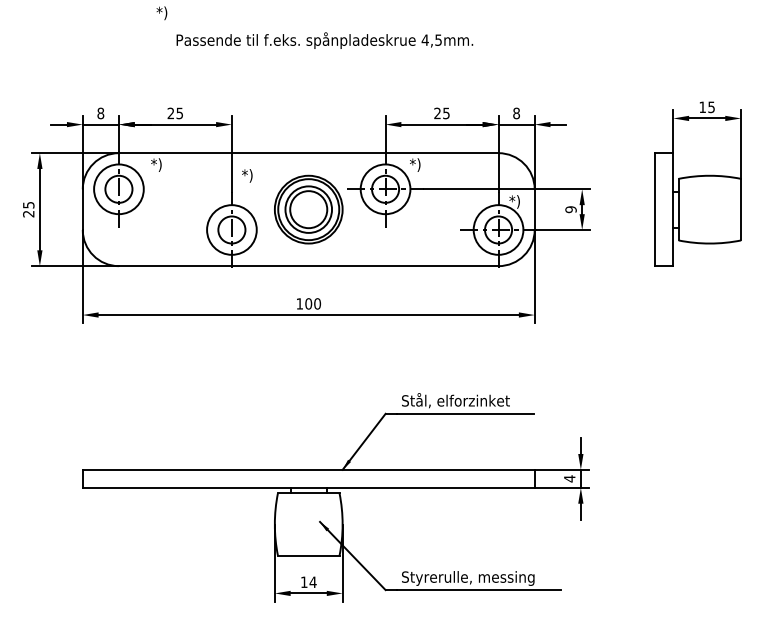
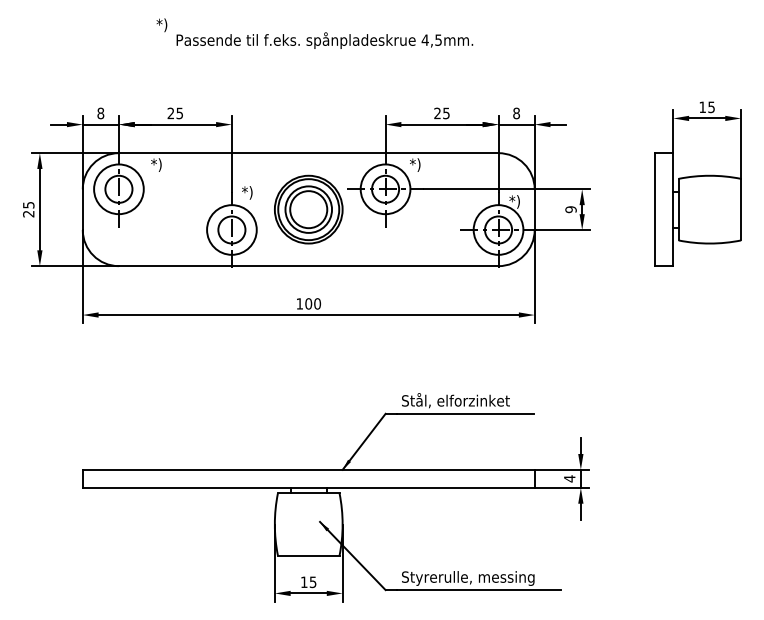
text at (161, 13) position: (161, 13) -> (161, 25)
text at (247, 175) position: (247, 175) -> (247, 192)
text at (312, 582): 14 -> 15
